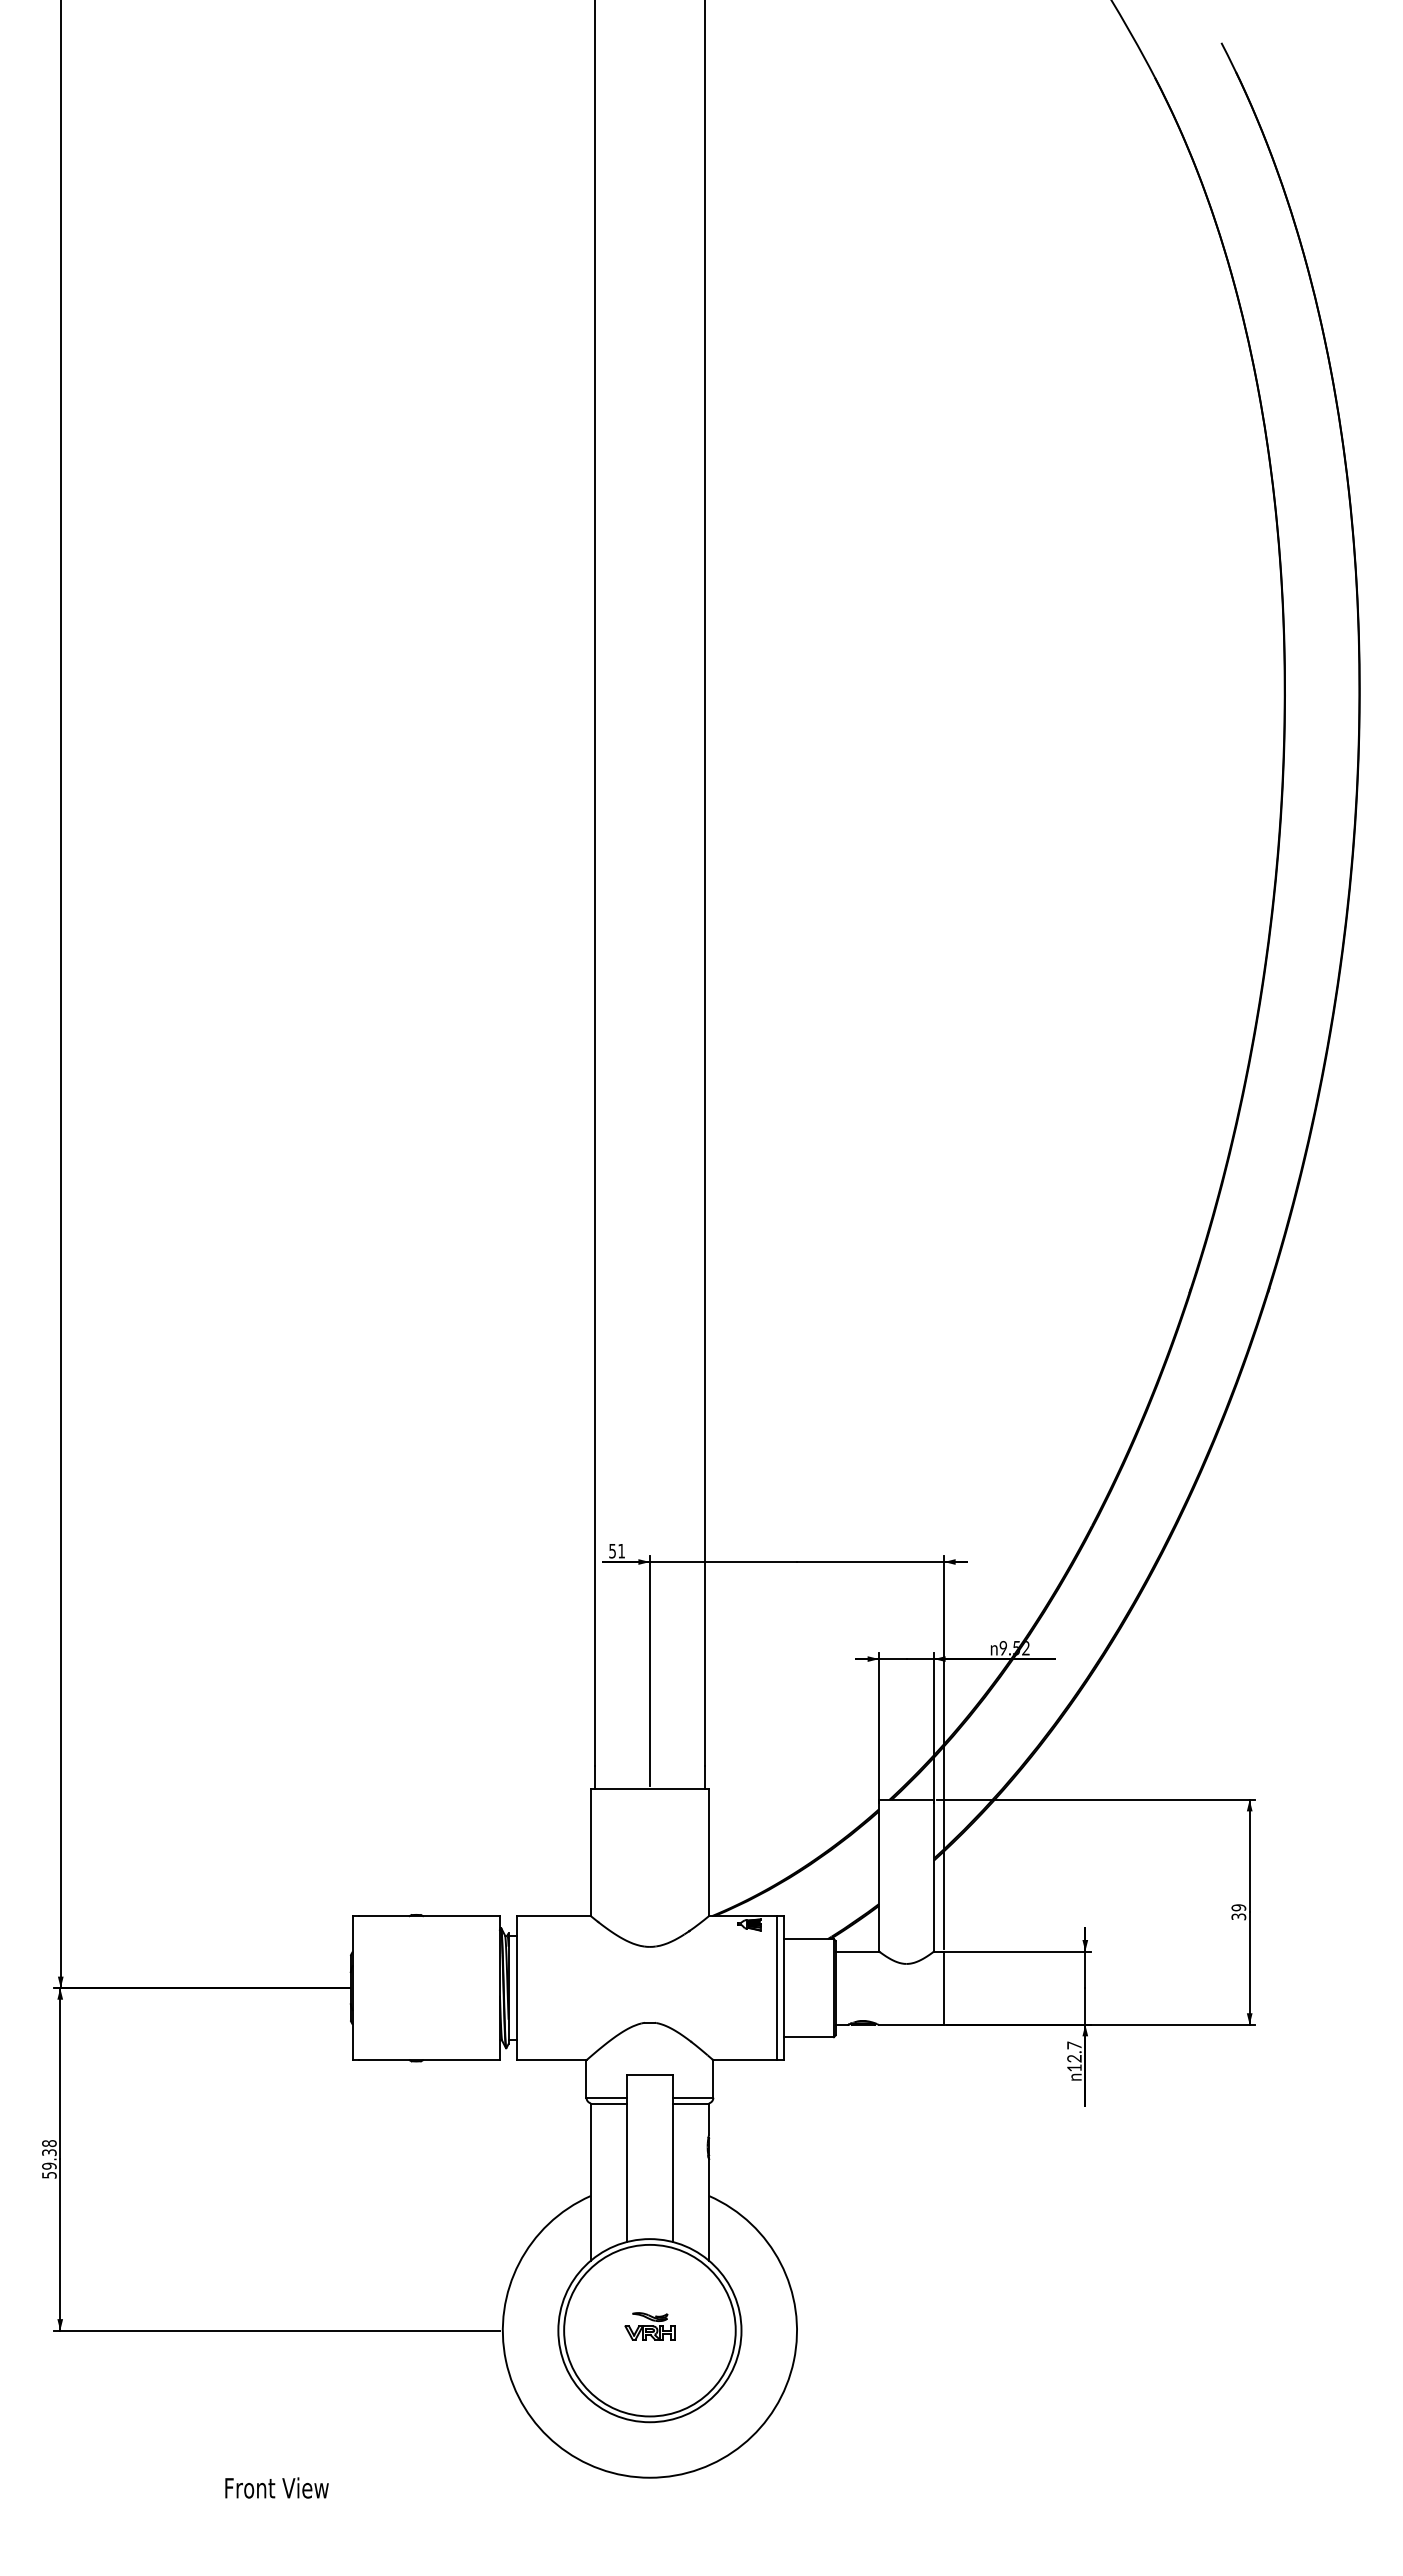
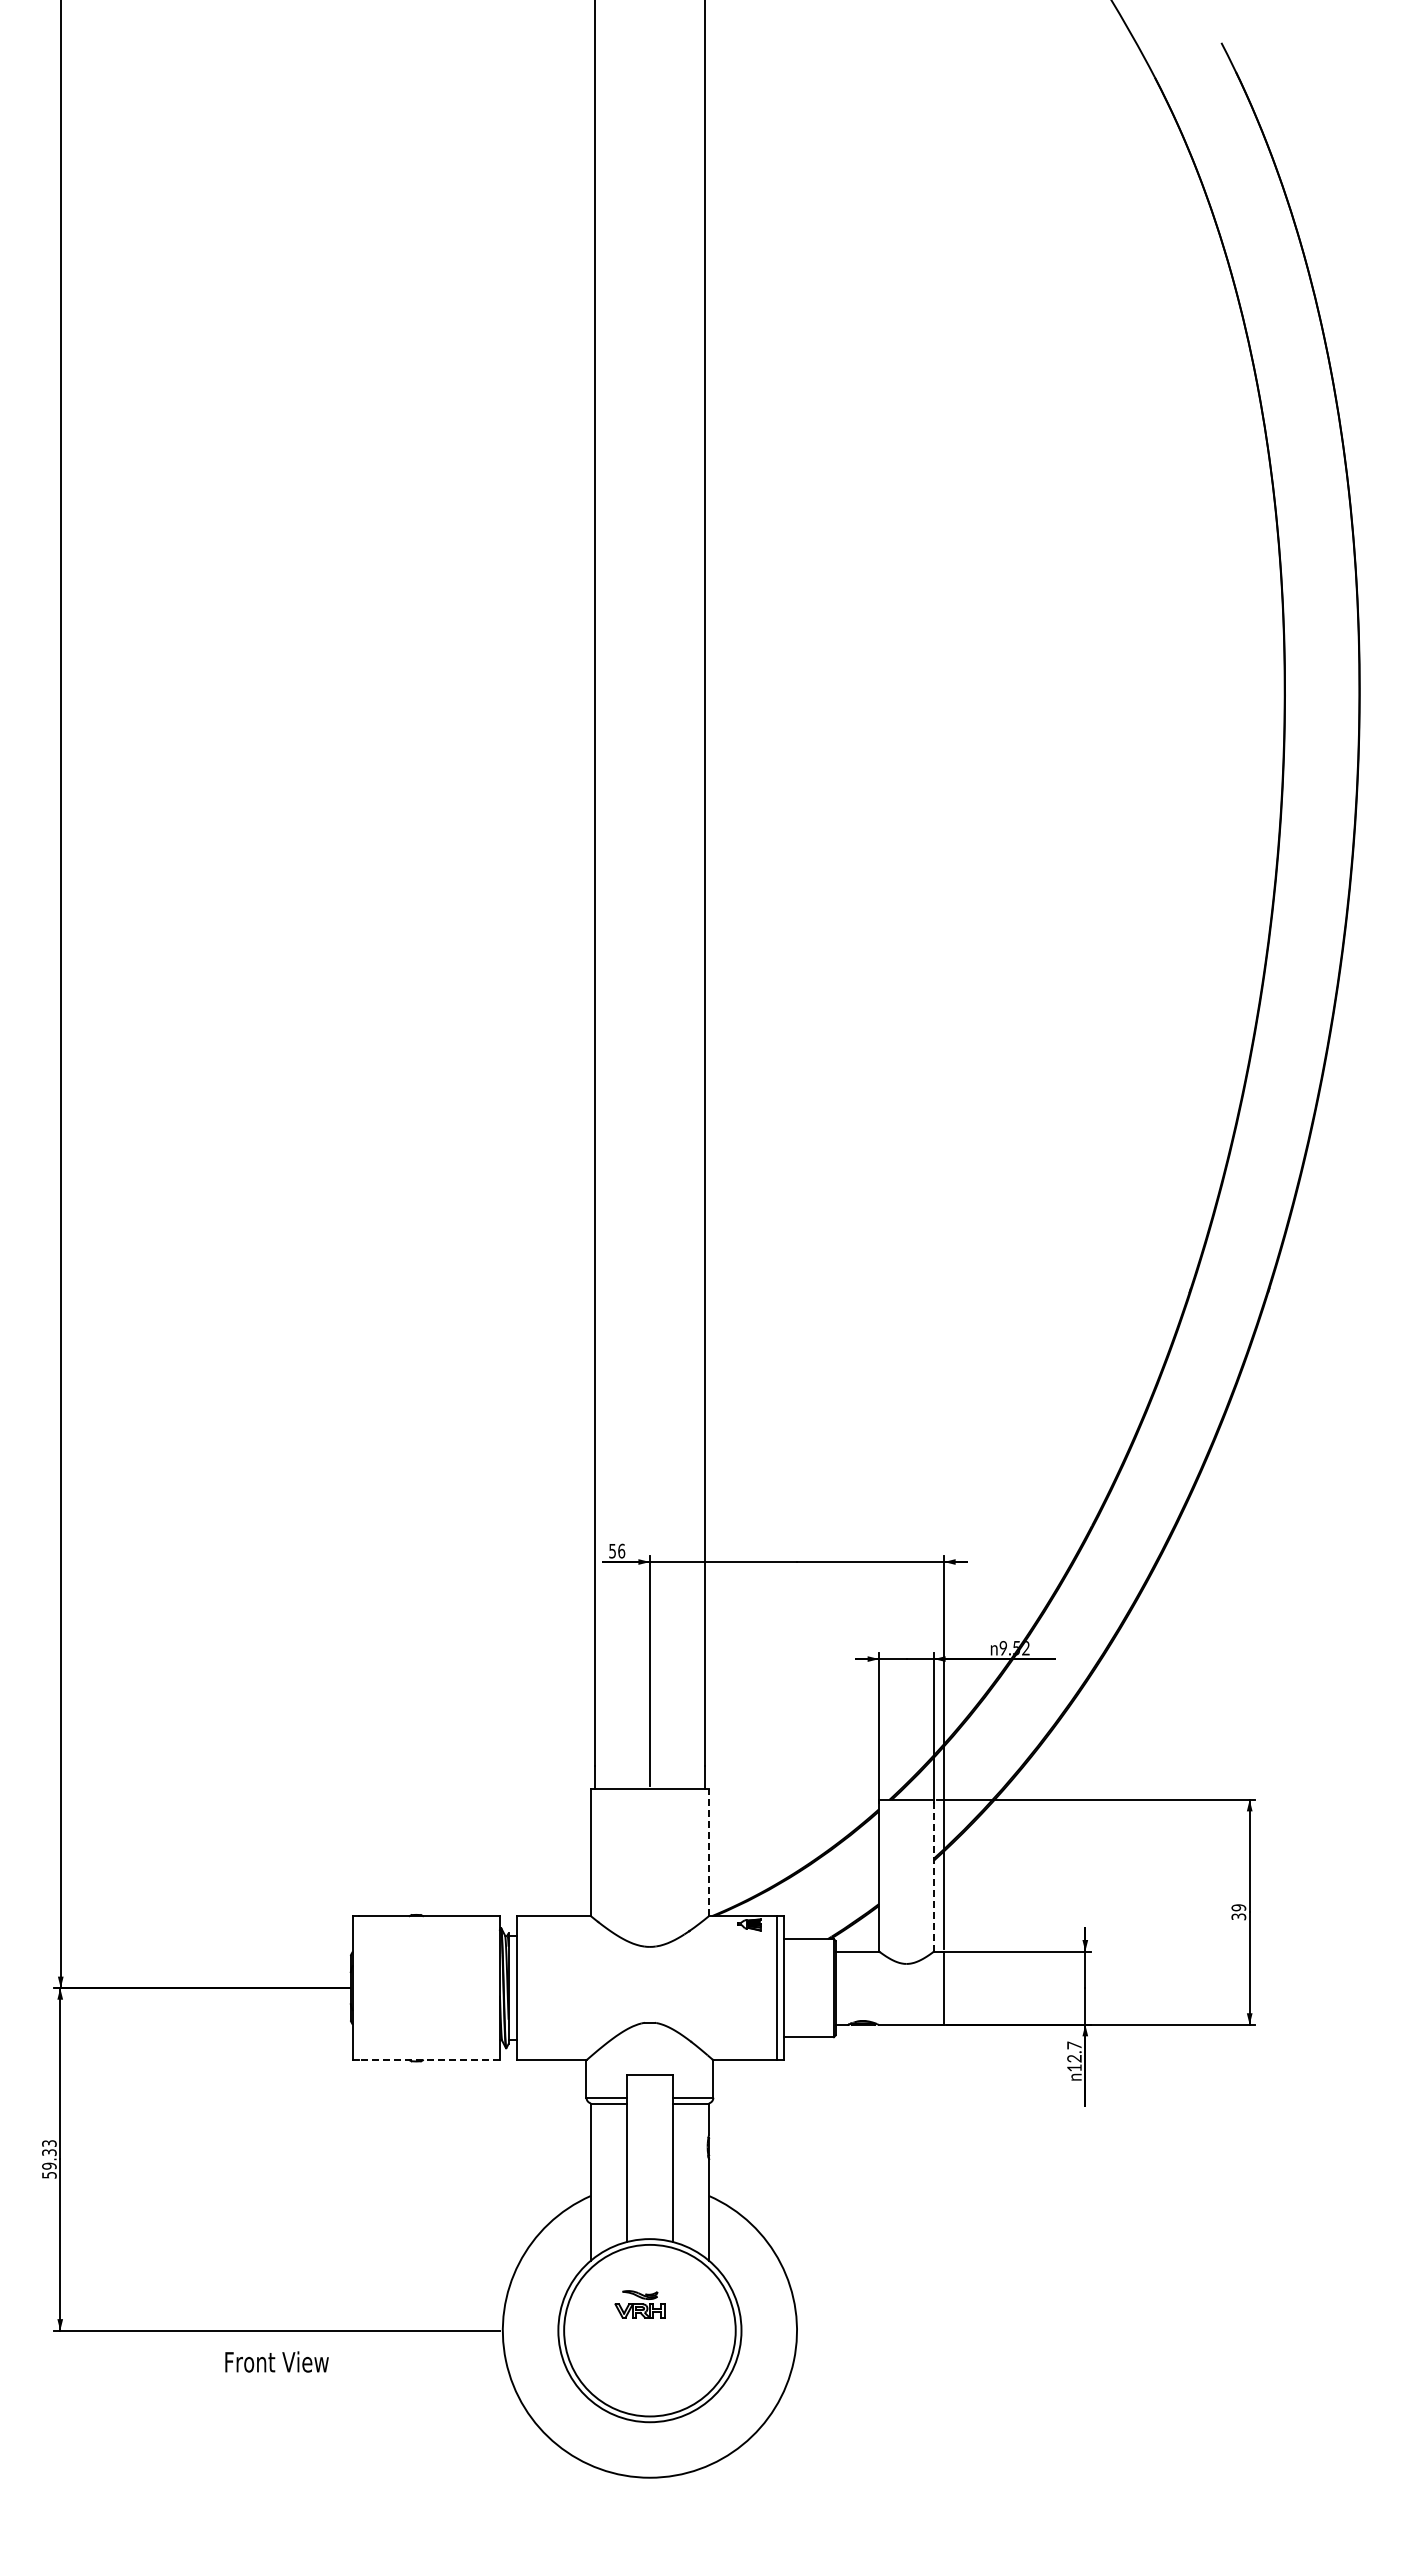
text at (621, 1550): 51 -> 56
line at (709, 1852): solid -> dashed
line at (934, 1875): solid -> dashed
line at (429, 2060): solid -> dashed
text at (49, 2143): 59.38 -> 59.33
part at (649, 2326) position: (649, 2326) -> (639, 2304)
text at (276, 2487) position: (276, 2487) -> (276, 2361)
